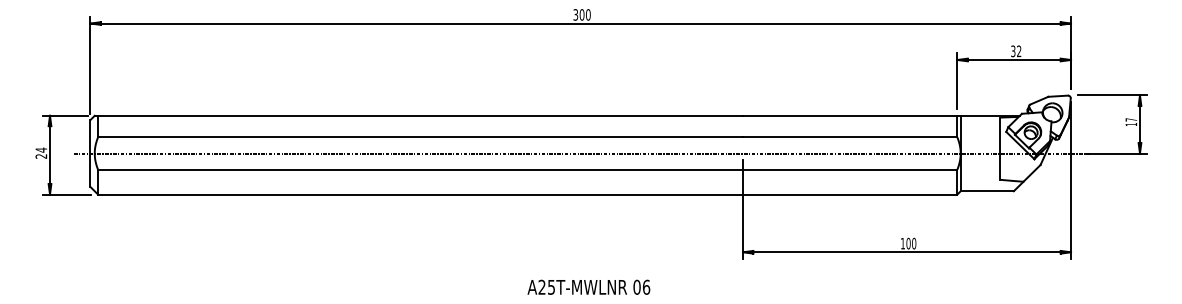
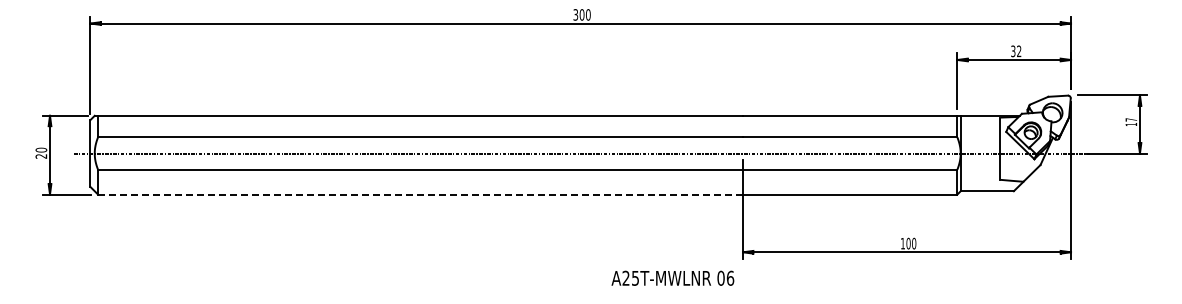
text at (41, 149): 24 -> 20
line at (421, 194): solid -> dashed
text at (588, 286) position: (588, 286) -> (672, 277)
